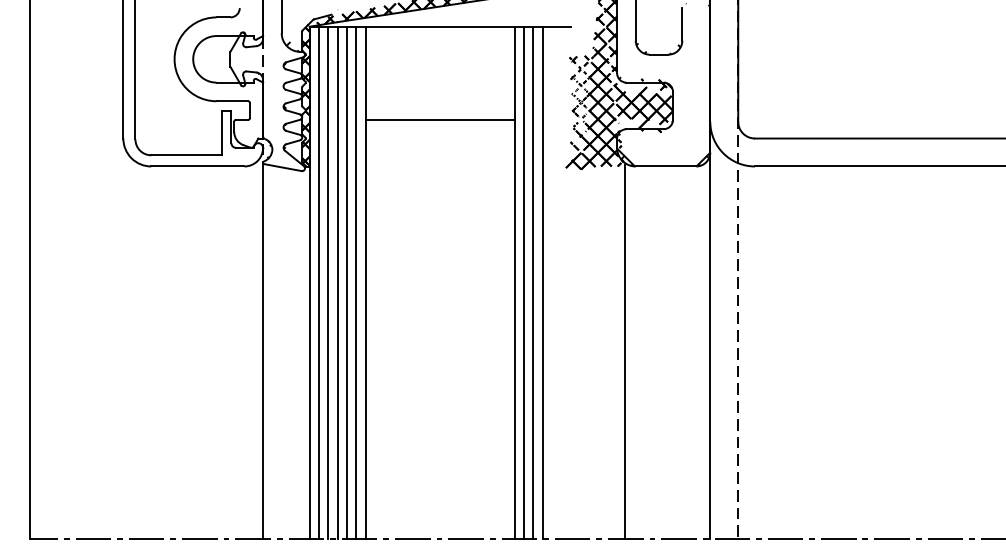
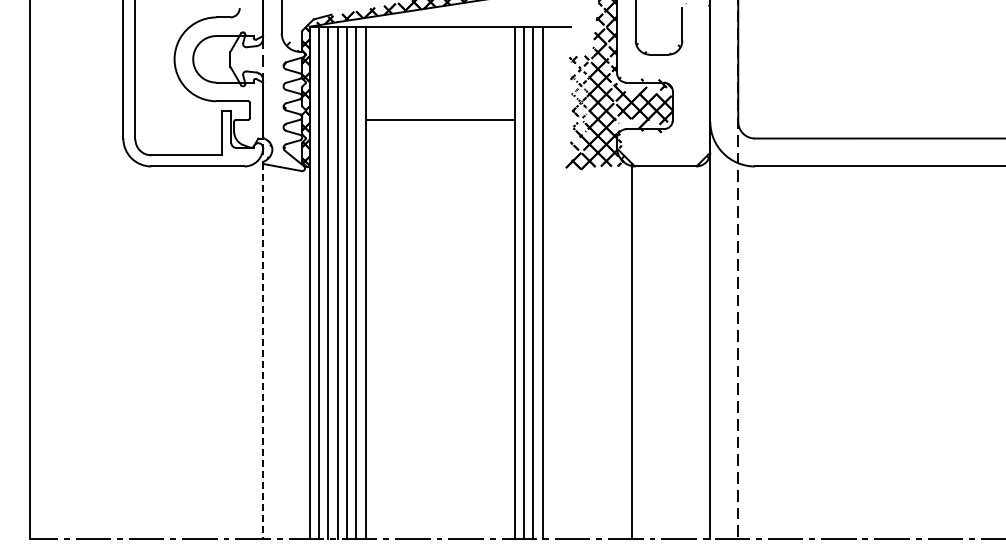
line at (263, 351): solid -> dashed
line at (624, 352) position: (624, 352) -> (631, 352)
